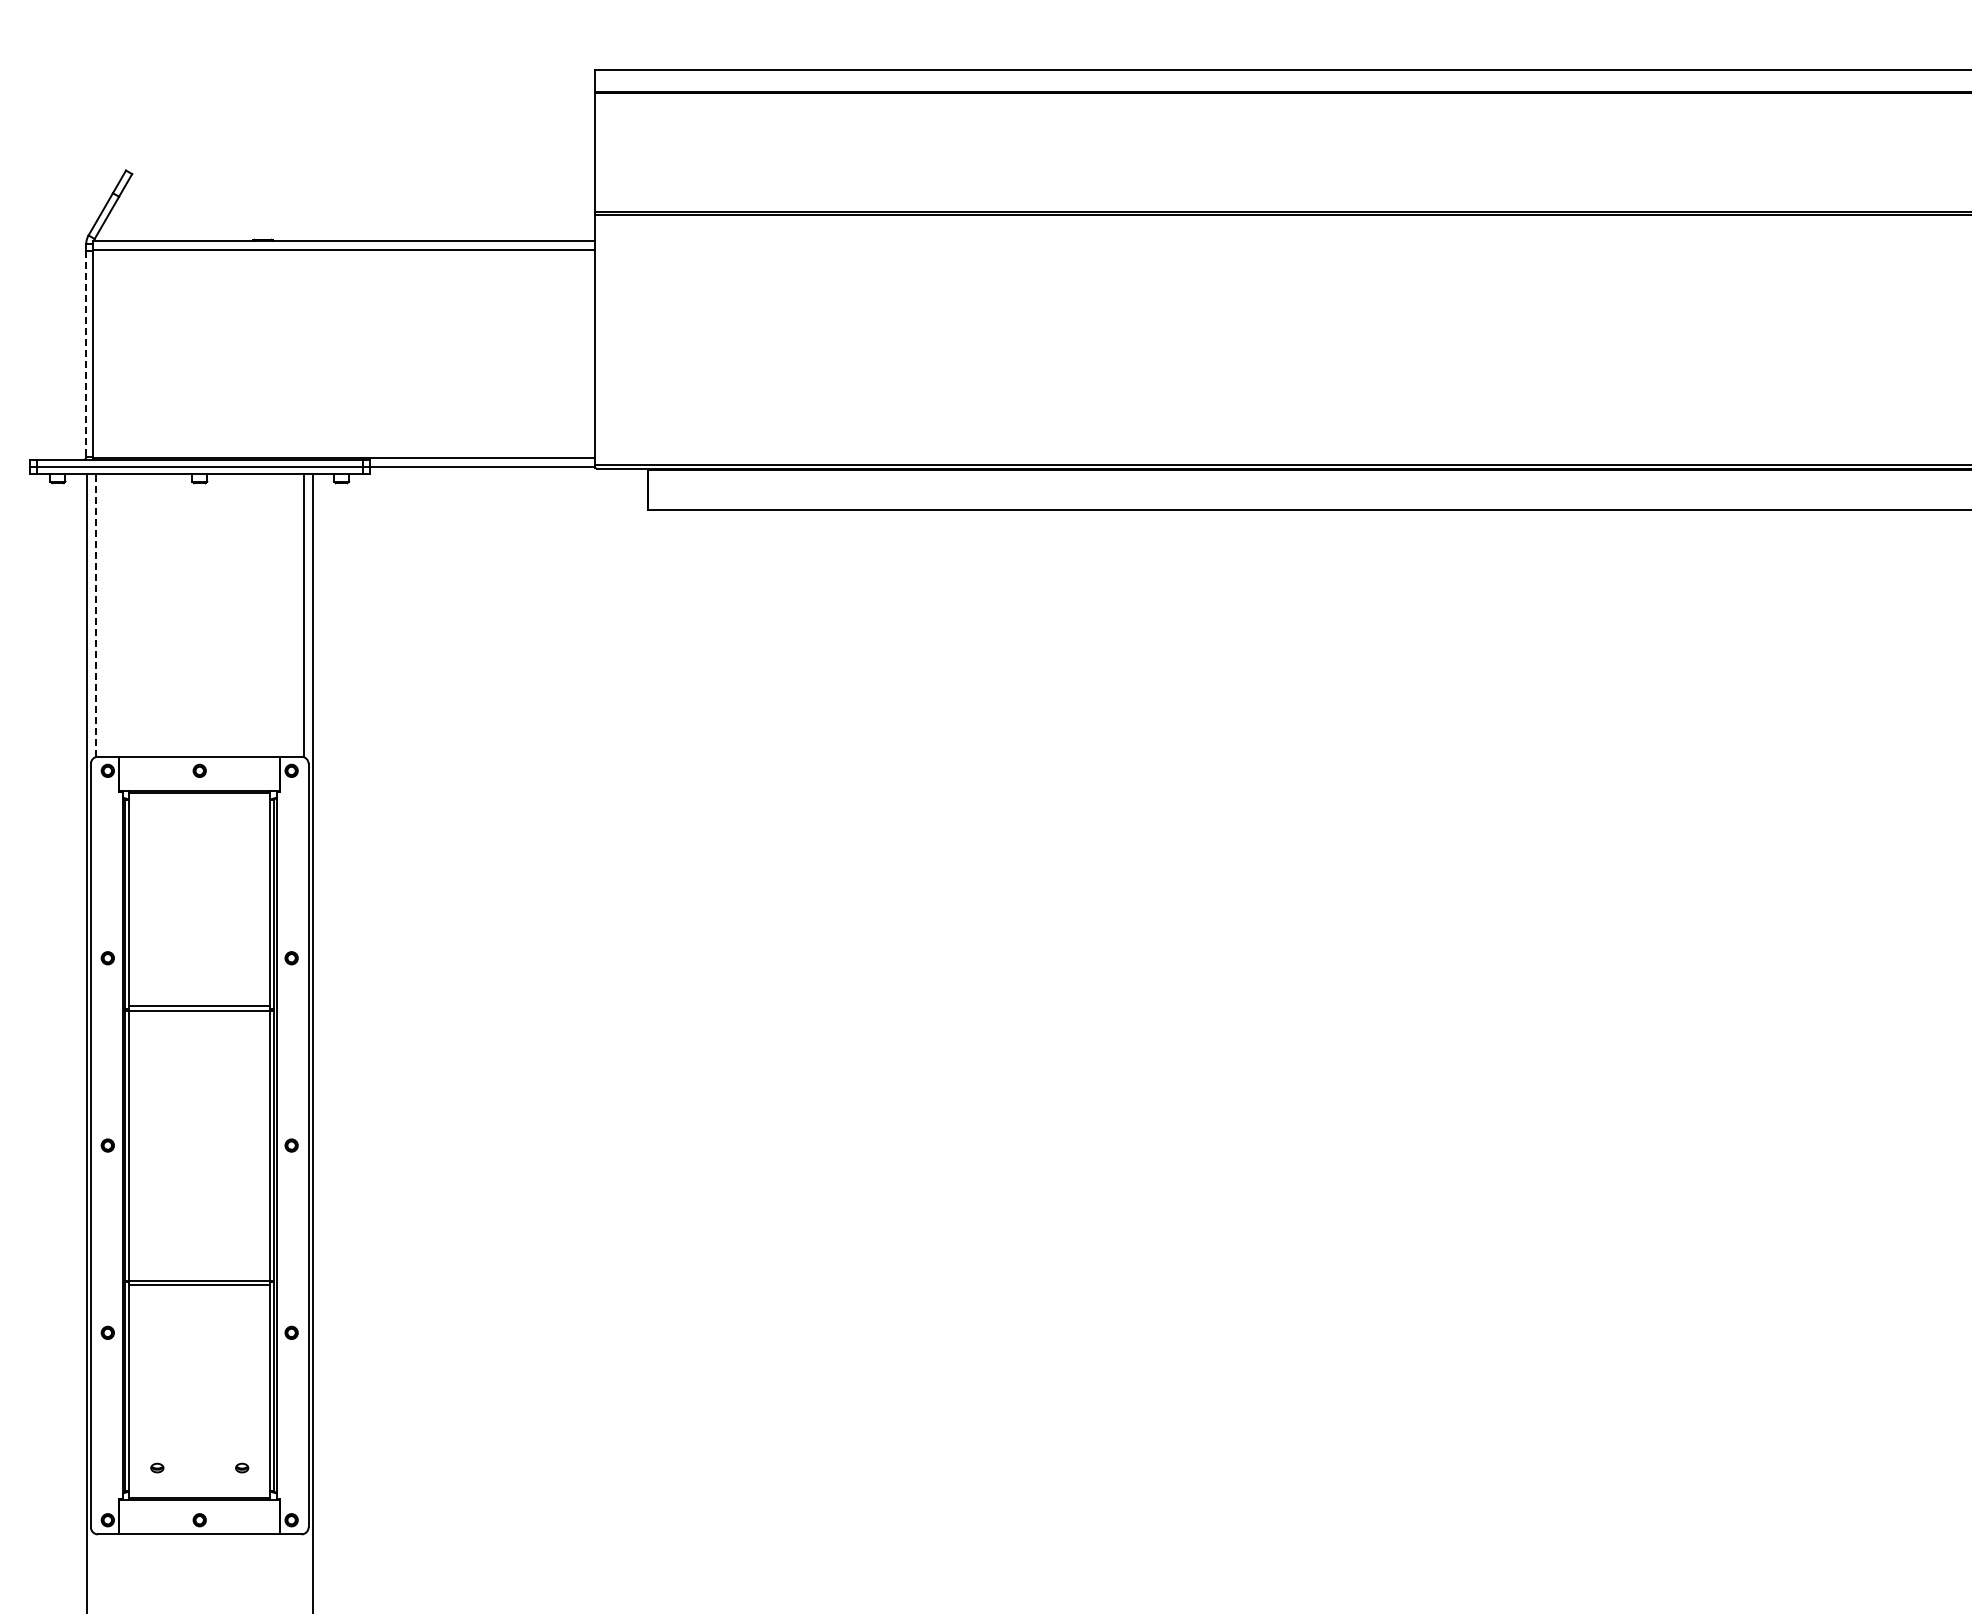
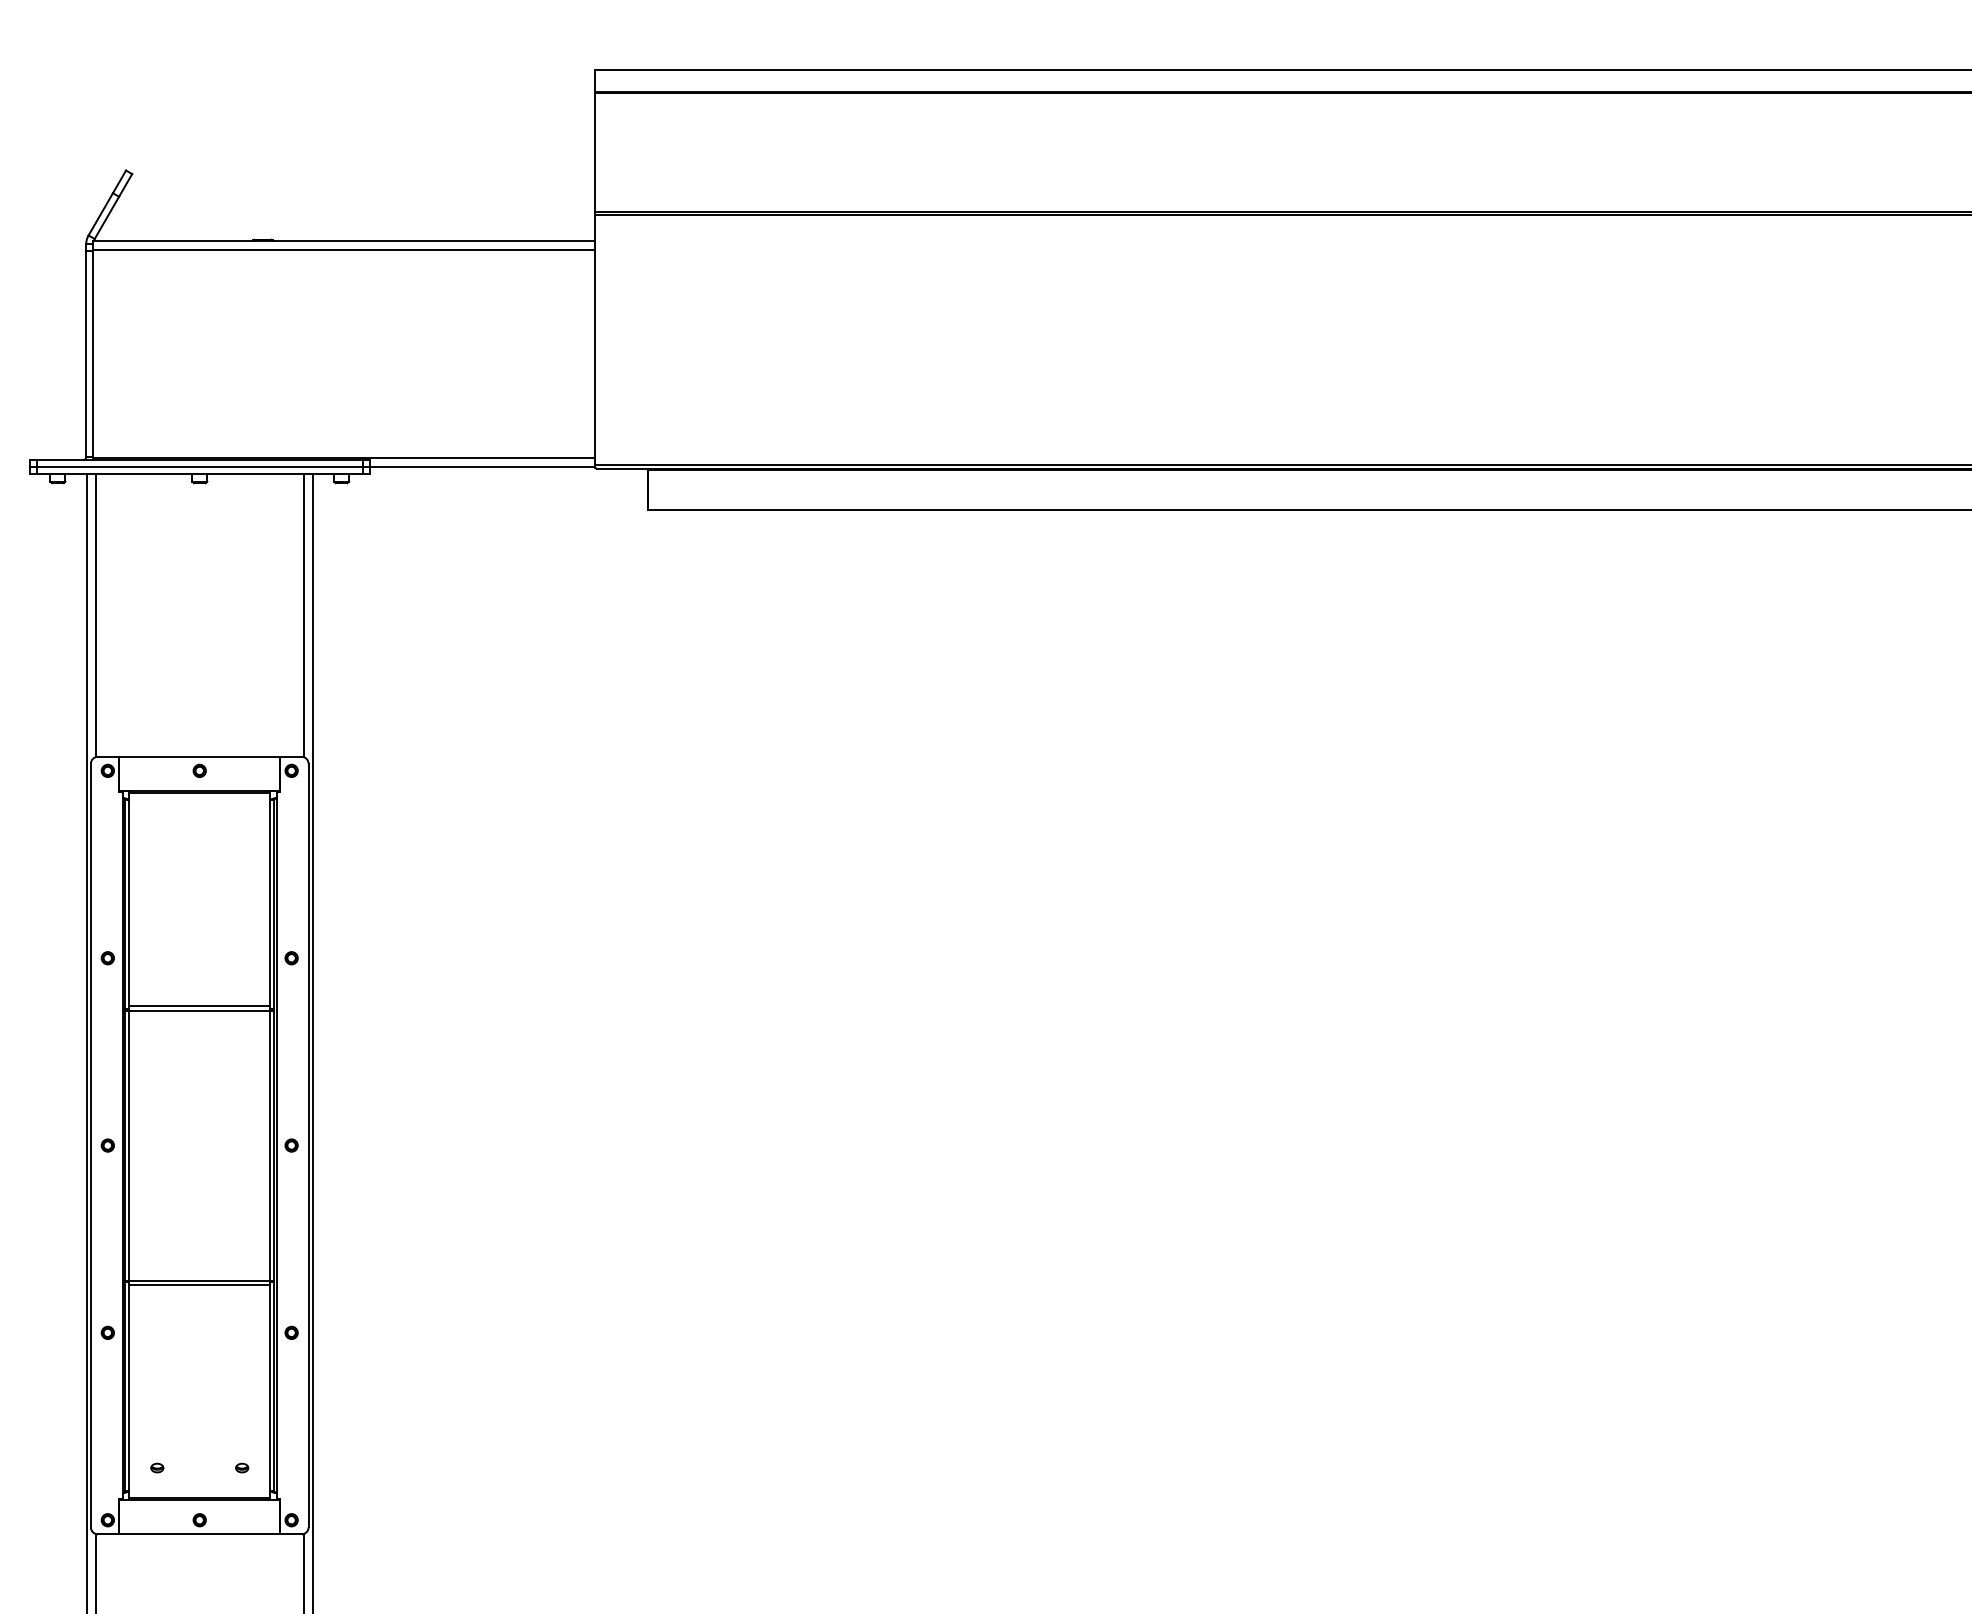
line at (86, 354): dashed -> solid
line at (95, 615): dashed -> solid
line at (95, 1571): none -> present
line at (304, 1571): none -> present
